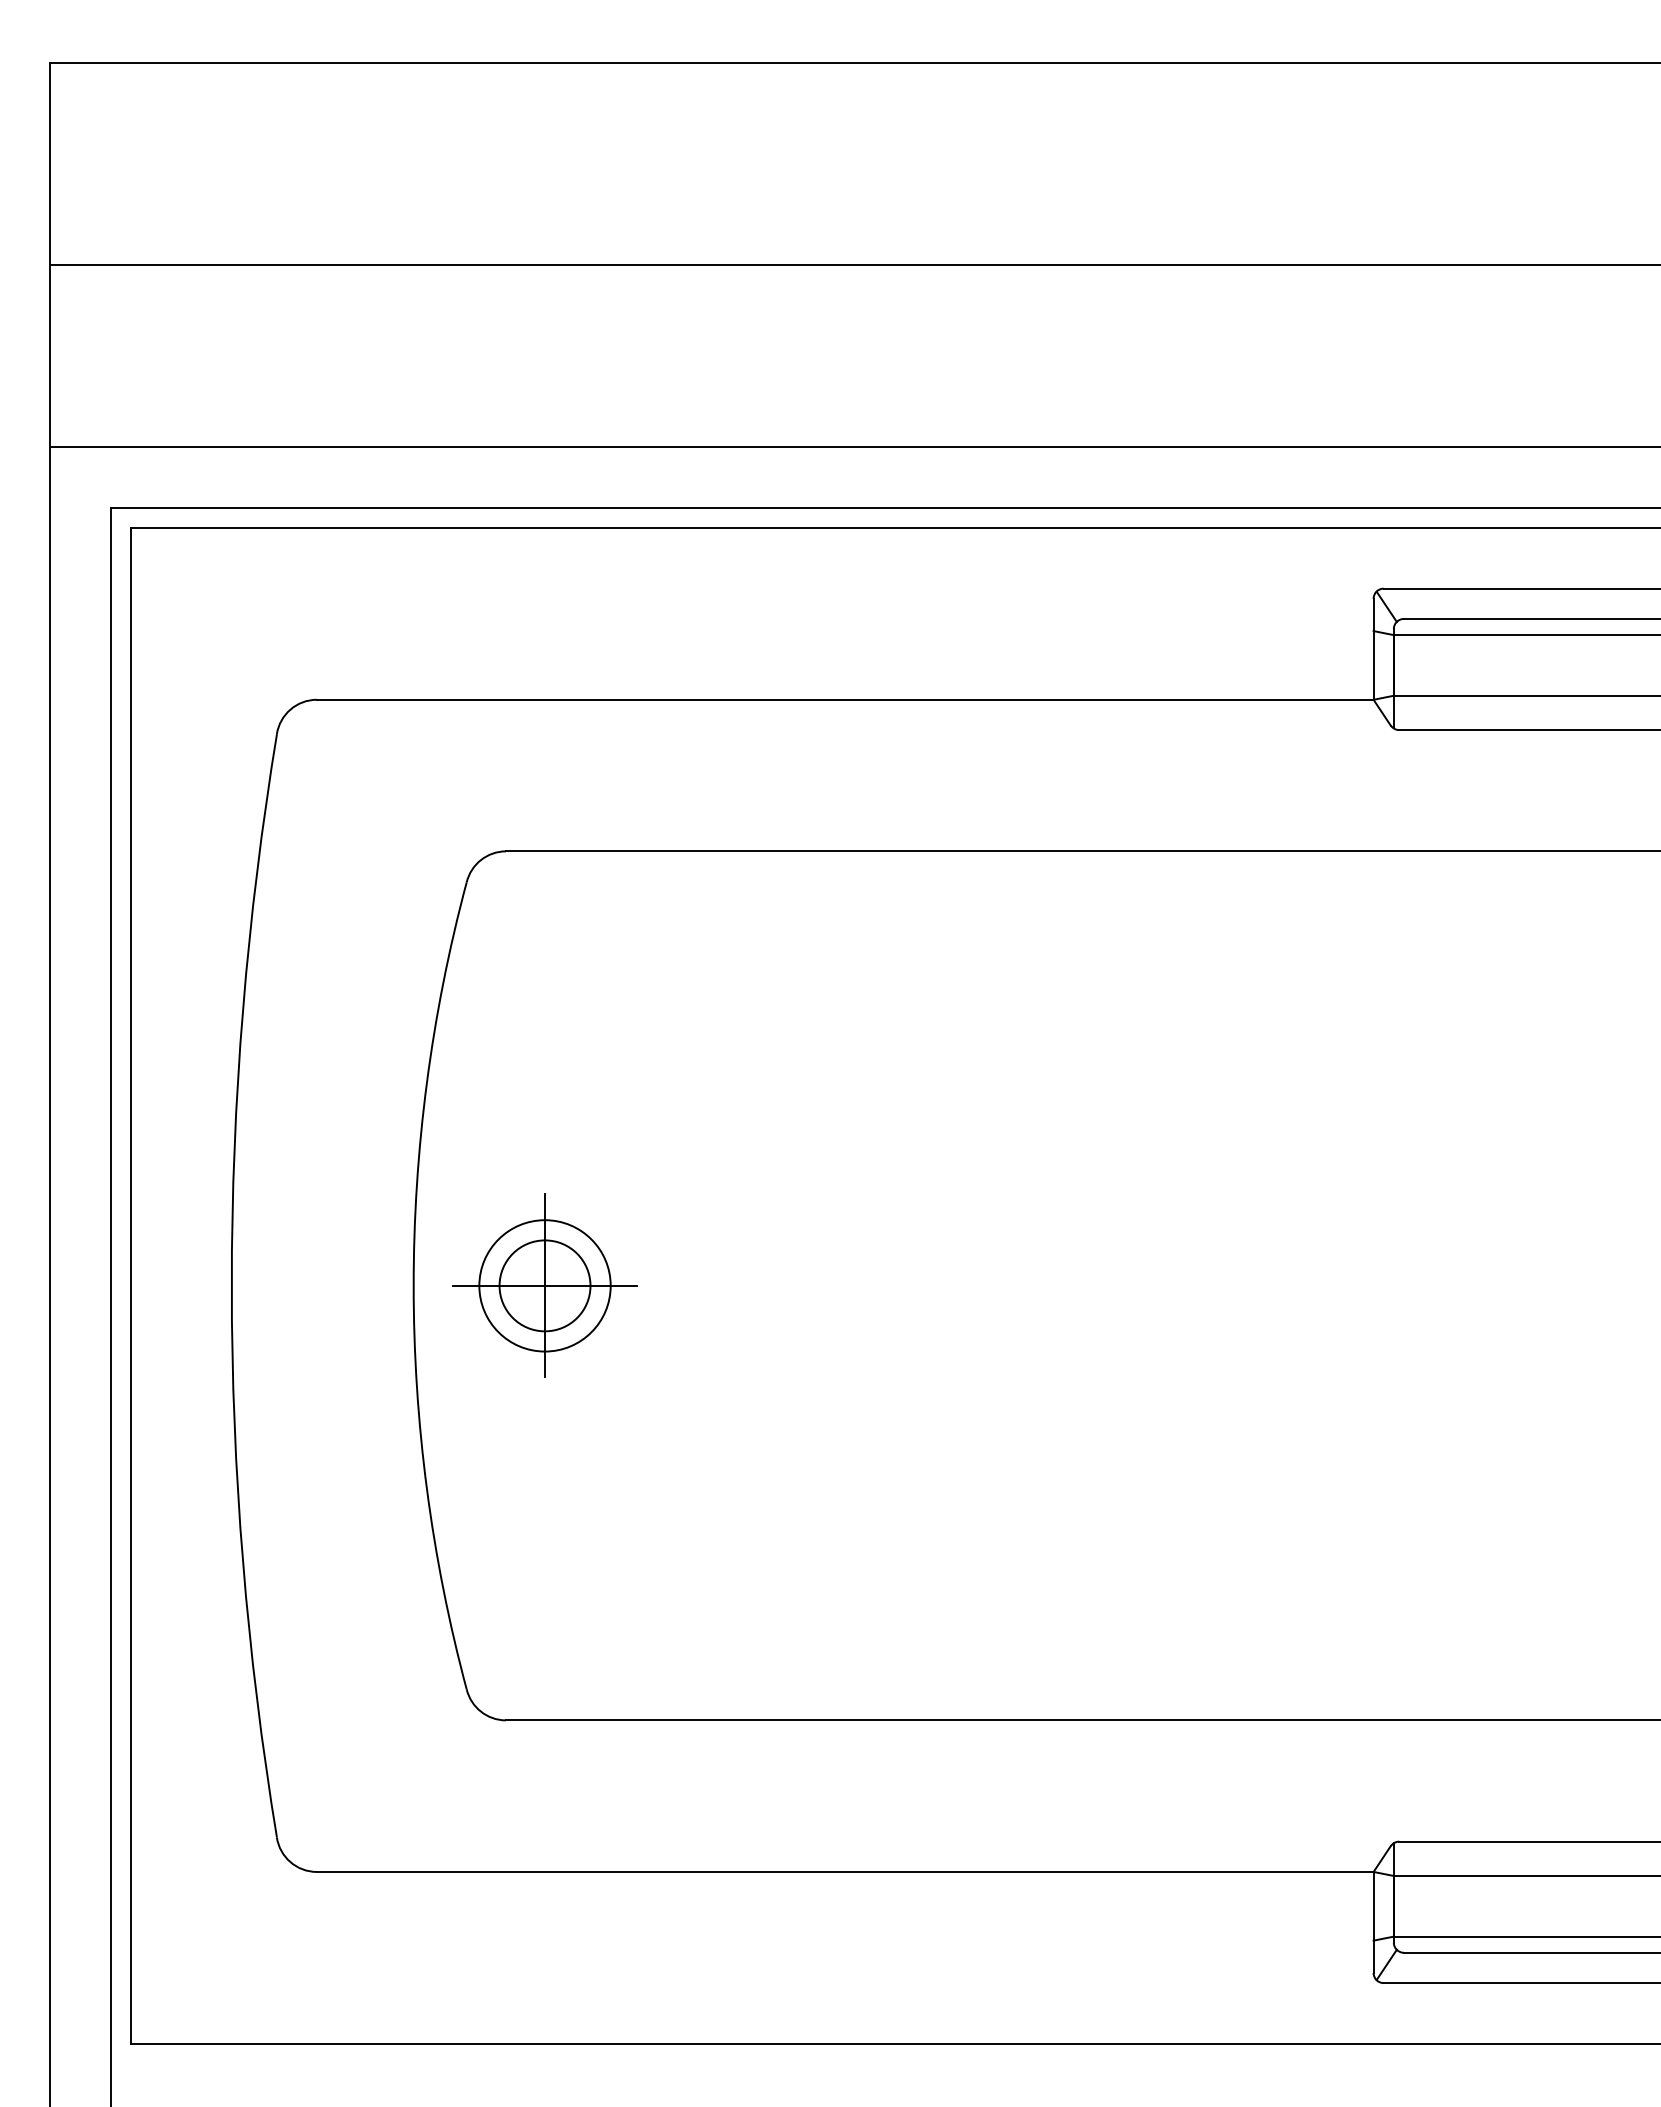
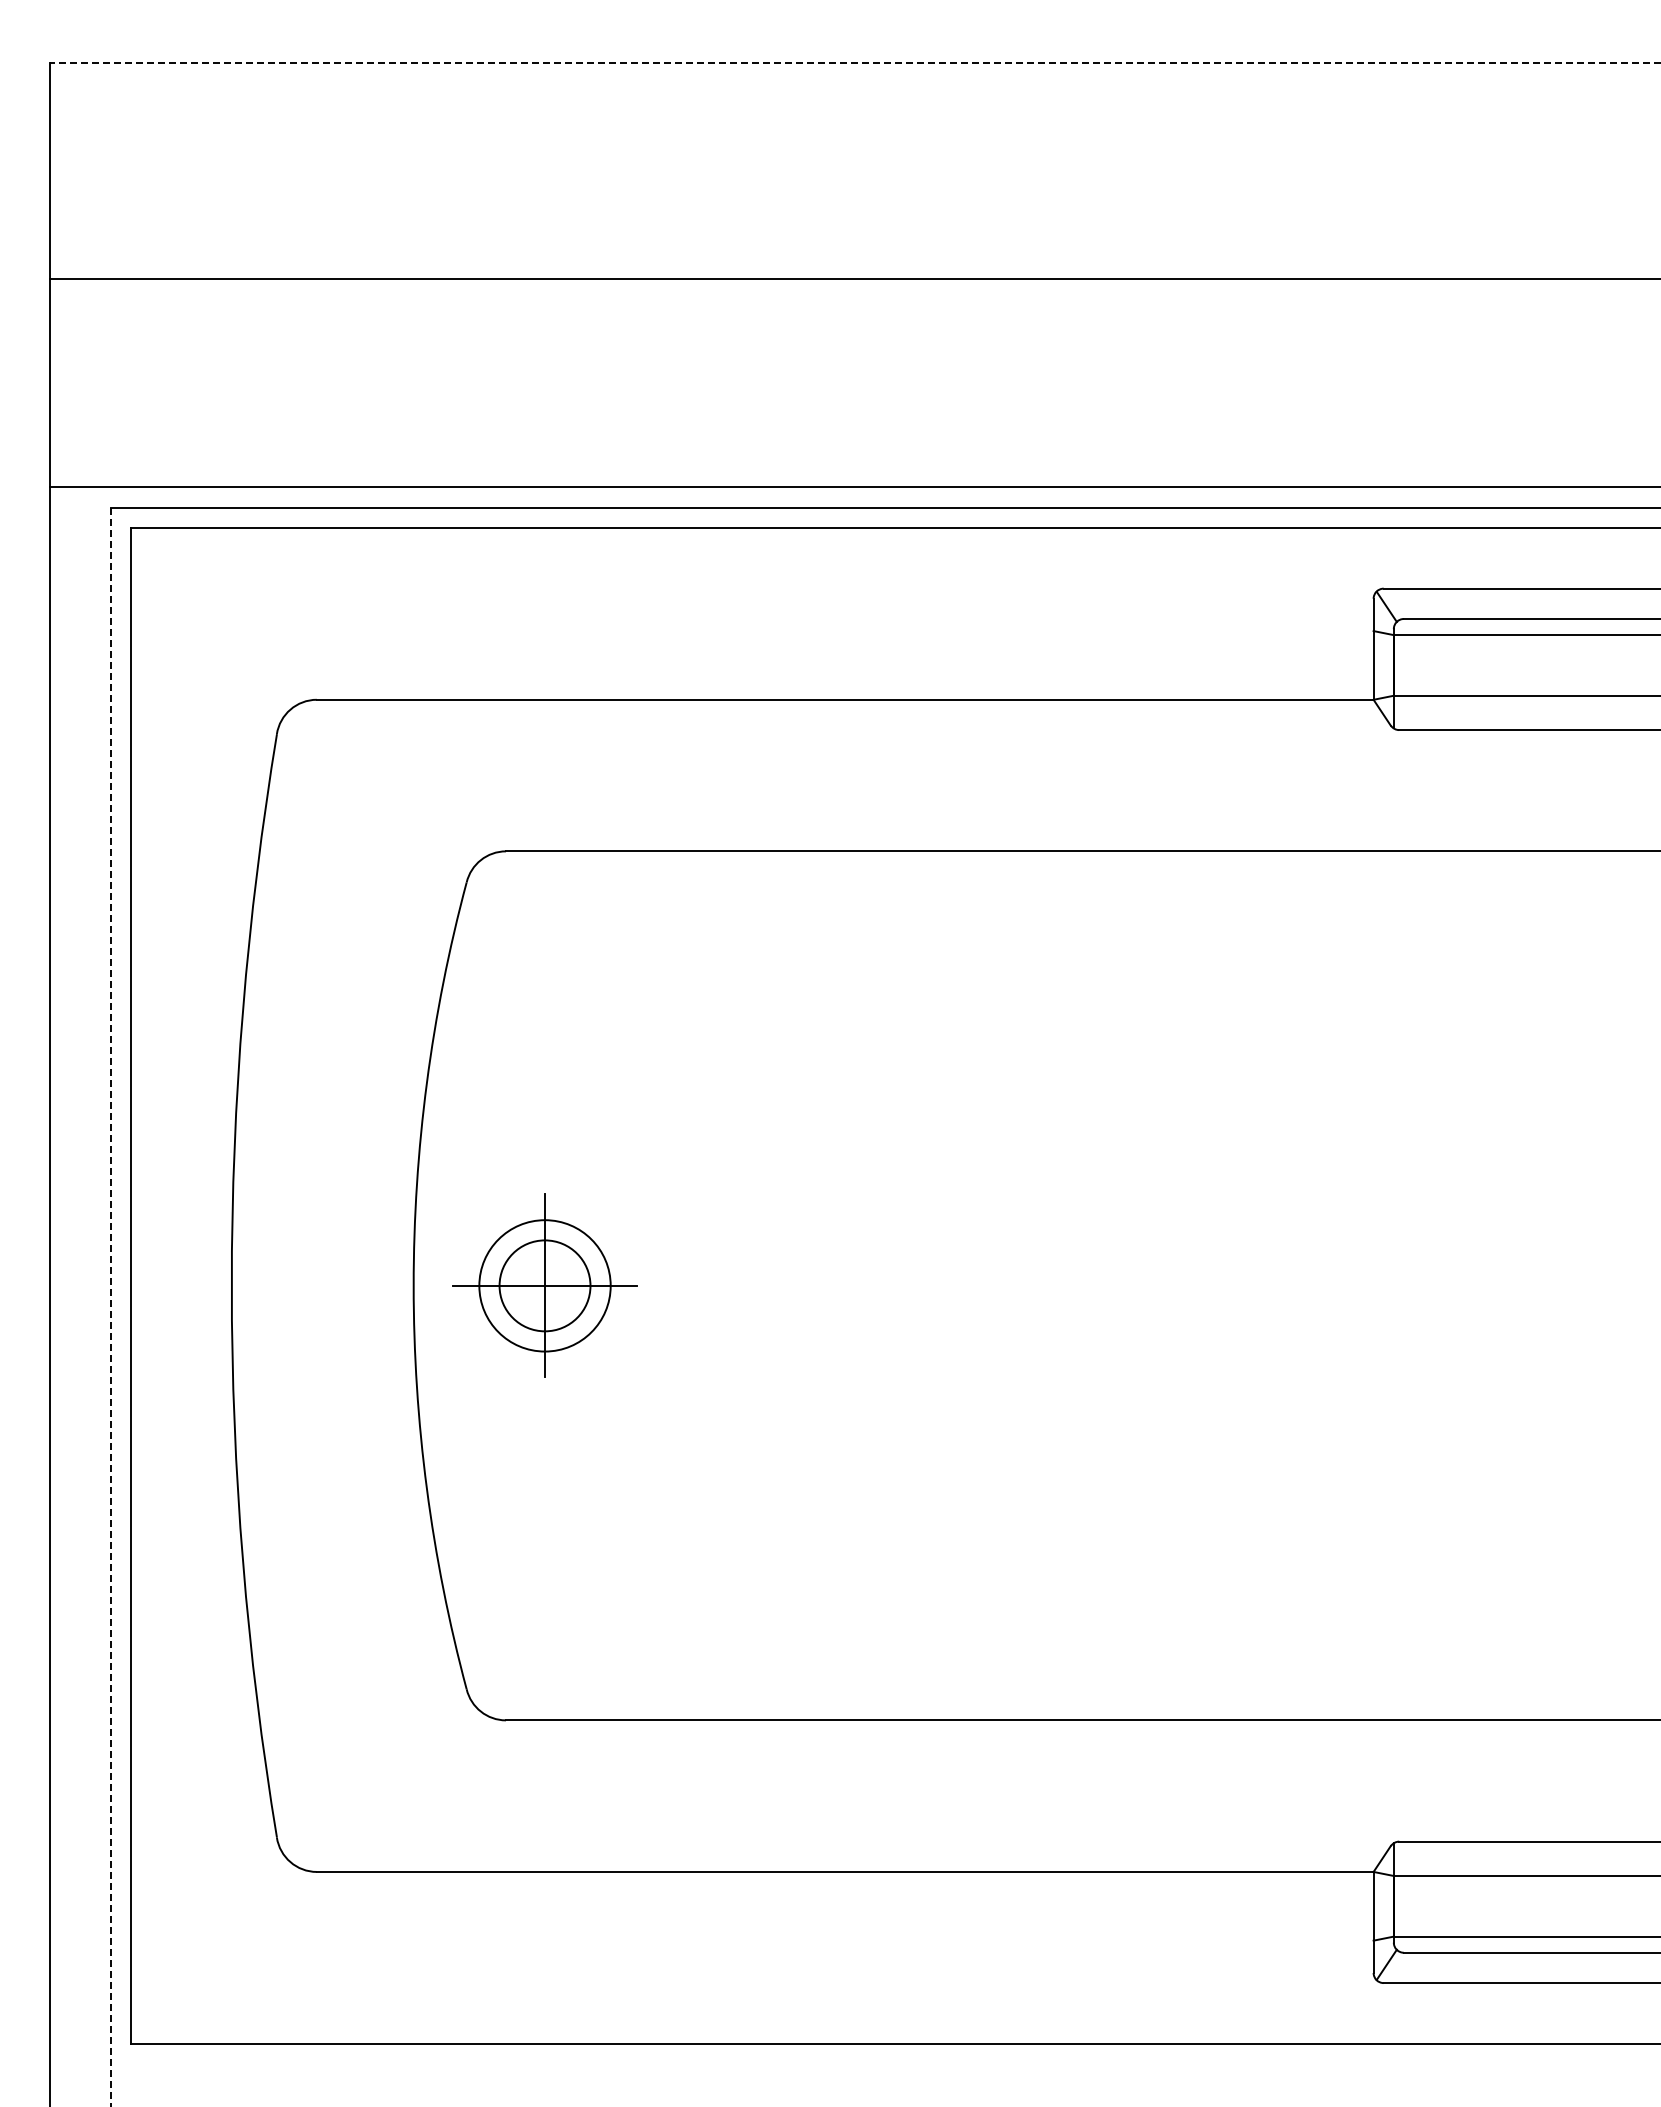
line at (854, 63): solid -> dashed
line at (853, 265) position: (853, 265) -> (853, 279)
line at (853, 447) position: (853, 447) -> (853, 487)
line at (110, 1307): solid -> dashed
